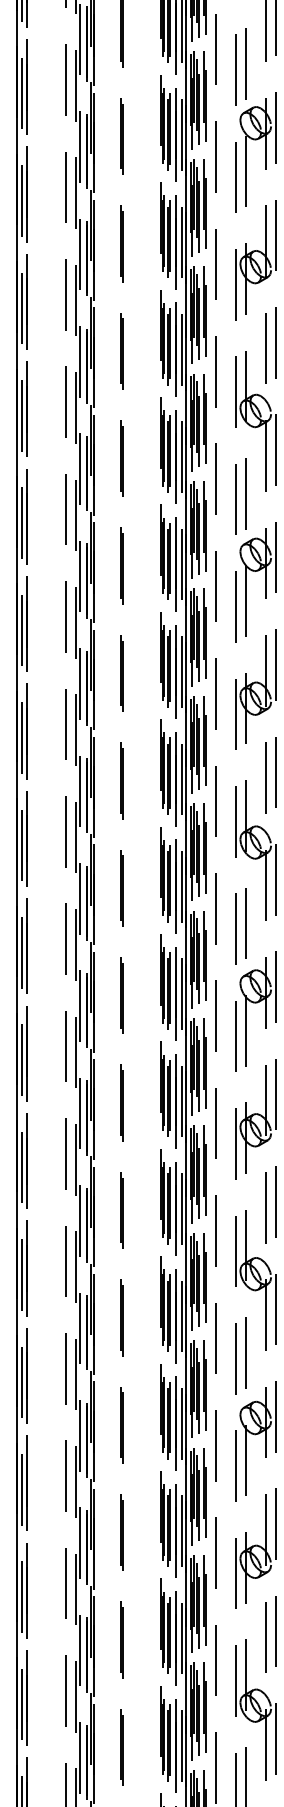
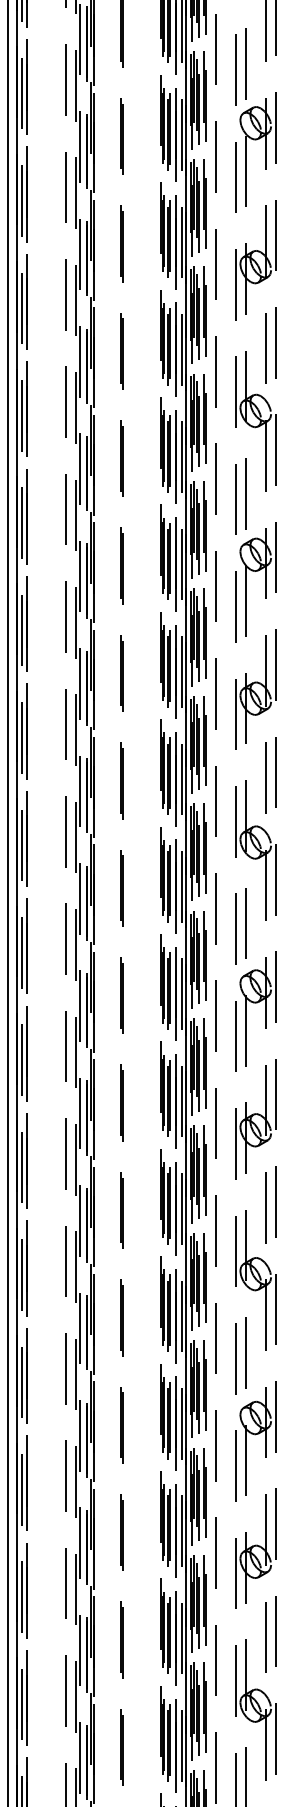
line at (8, 902): none -> present
